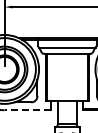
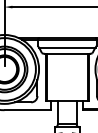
line at (27, 110): dashed -> solid
